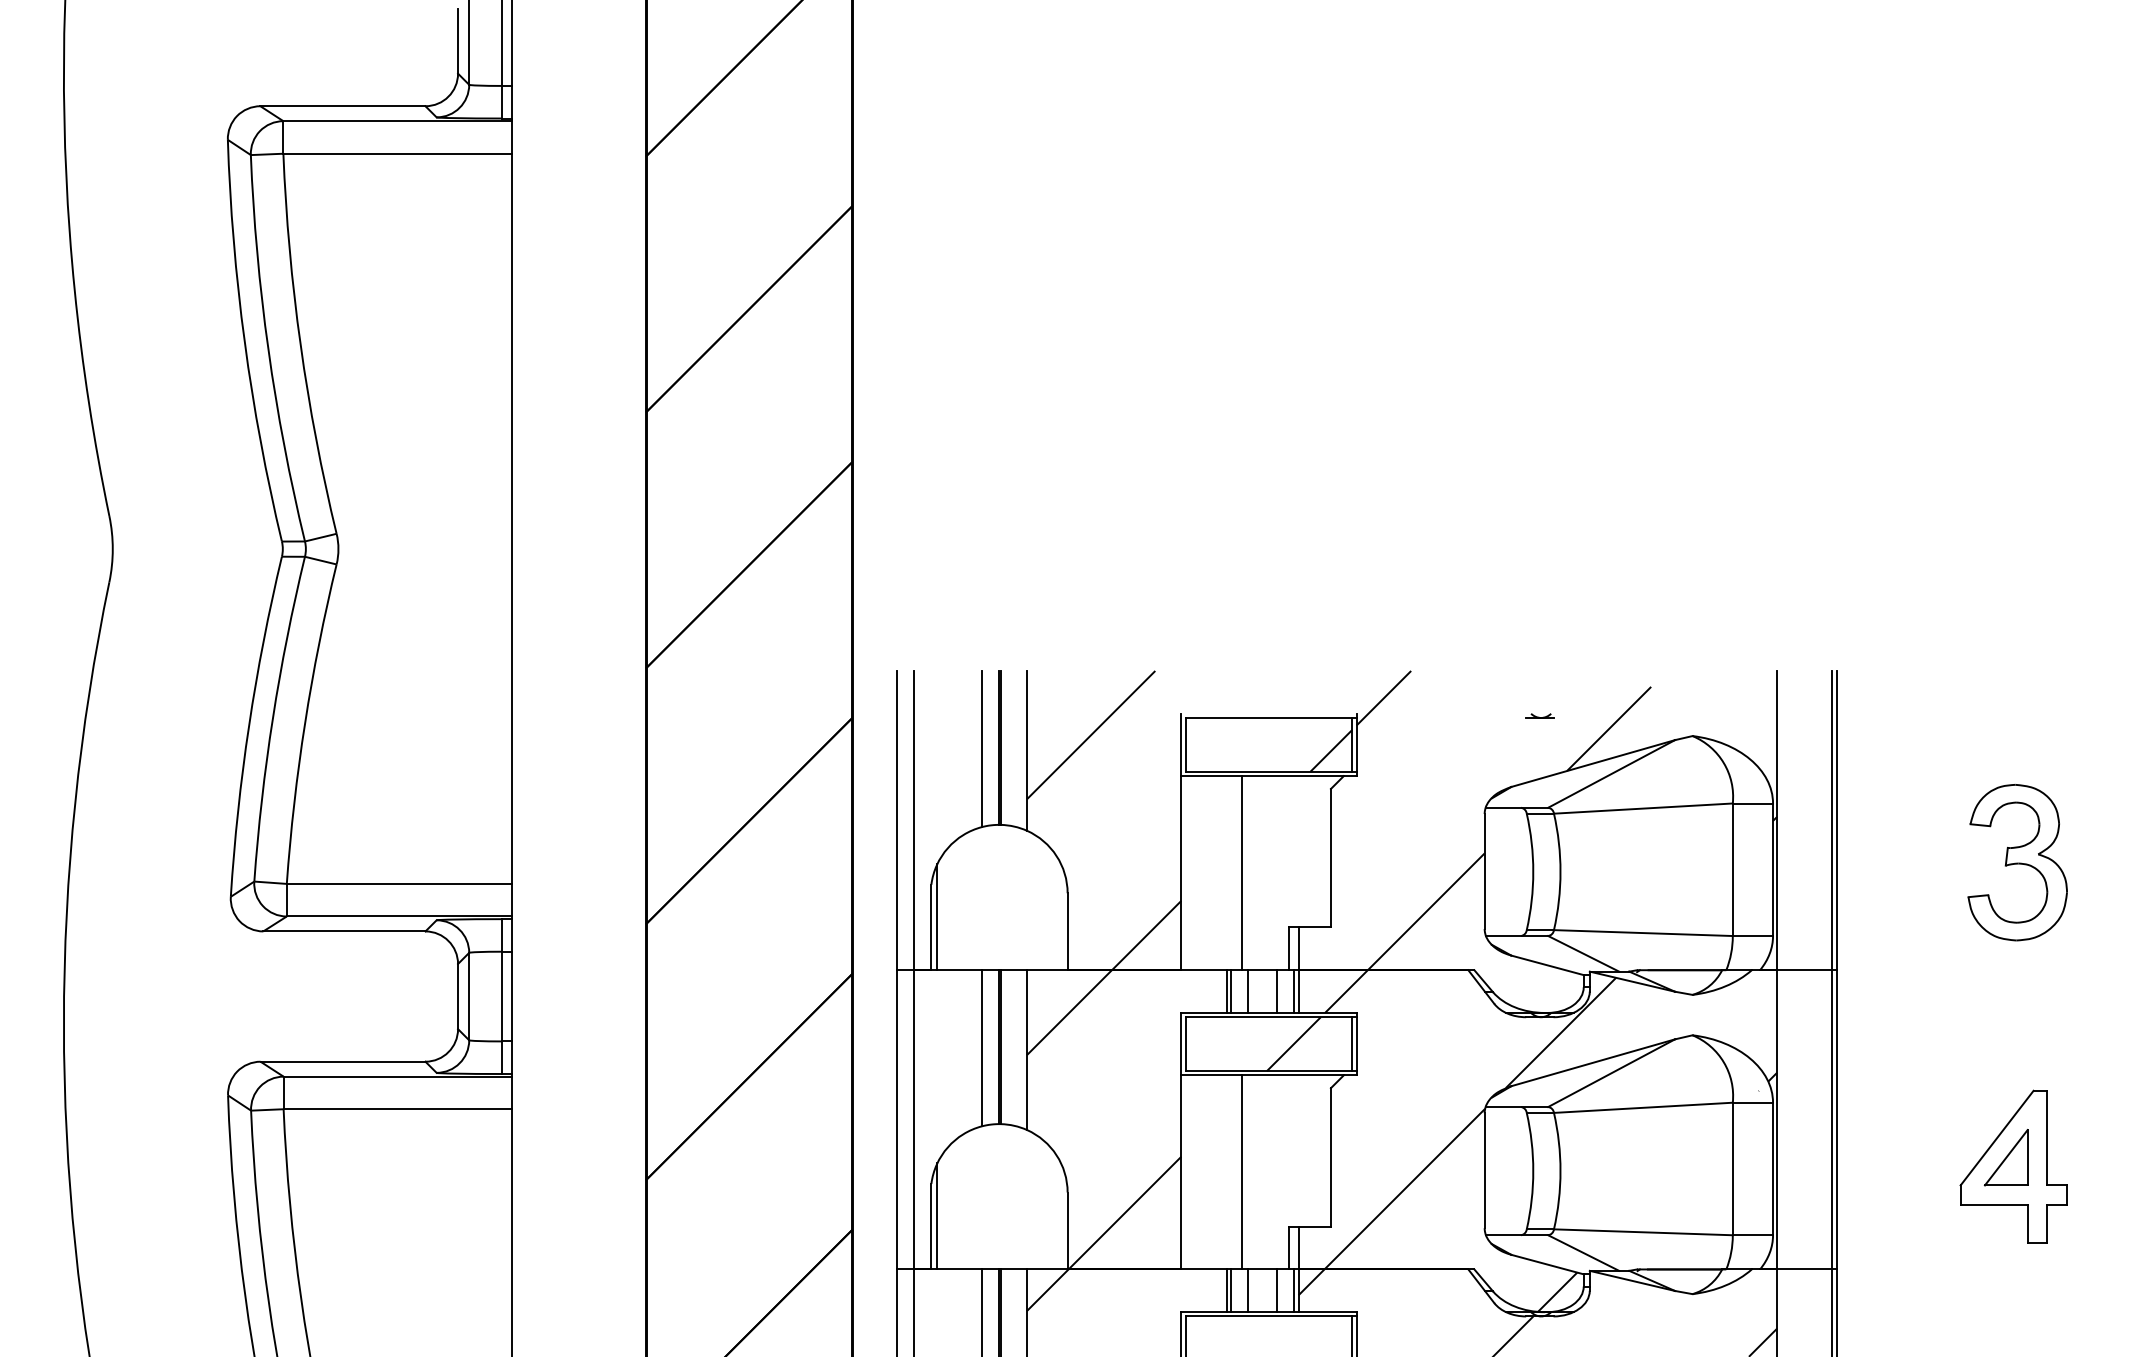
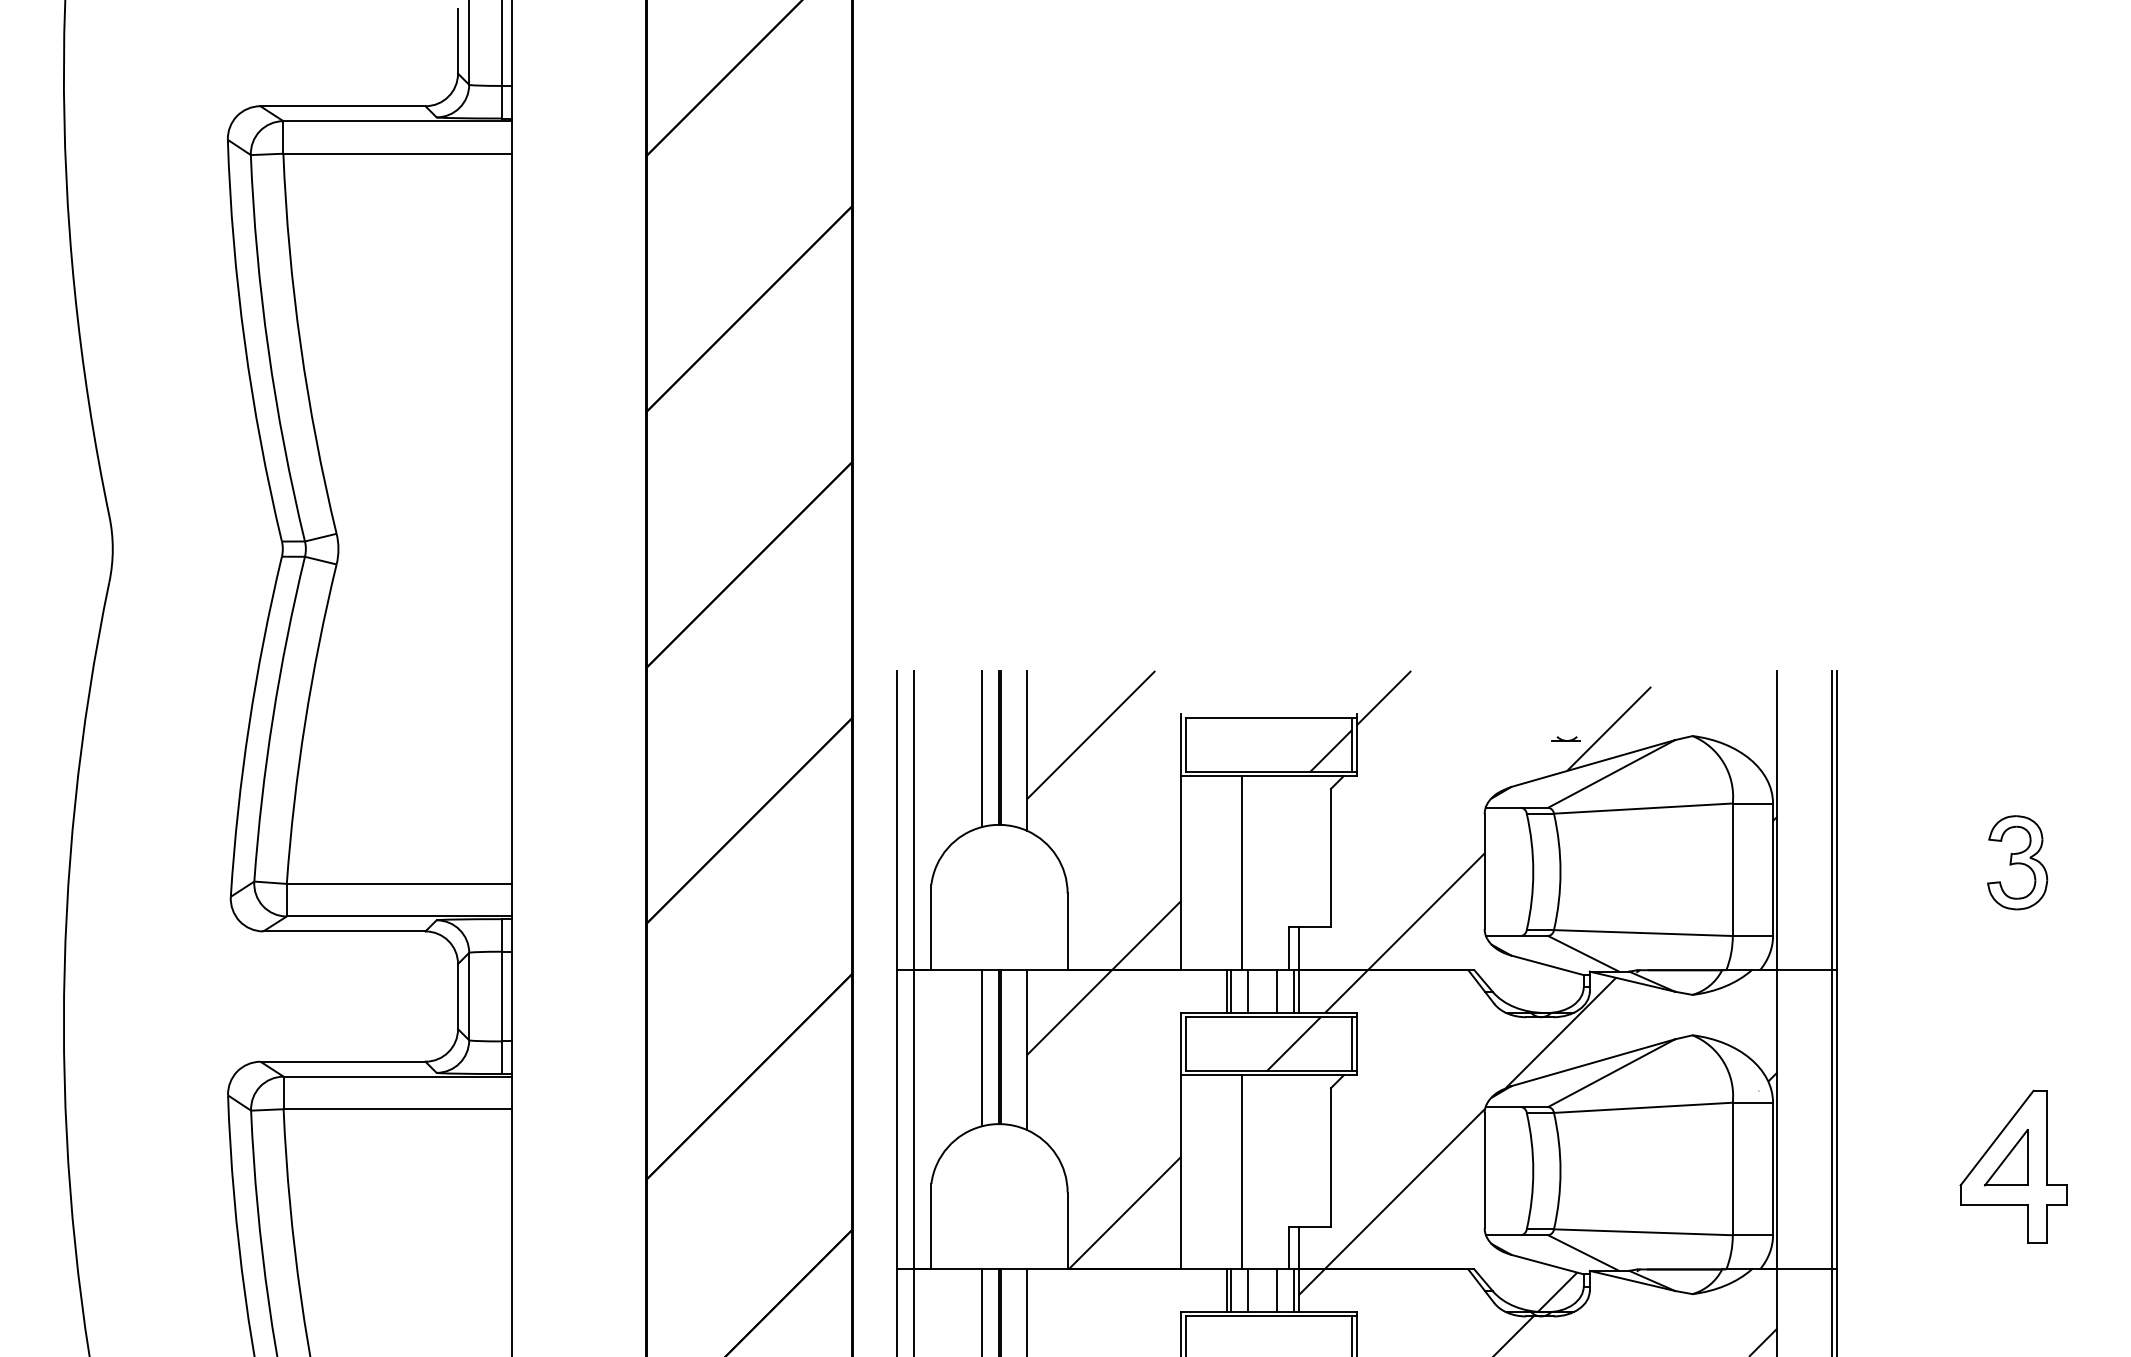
part at (1539, 715) position: (1539, 715) -> (1565, 738)
part at (2017, 862) size: 101x158 px -> 62x96 px
line at (937, 917): present -> none
line at (937, 1216): present -> none
hatch at (1047, 1290): present -> none
